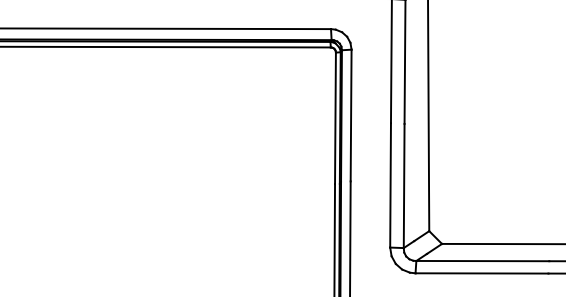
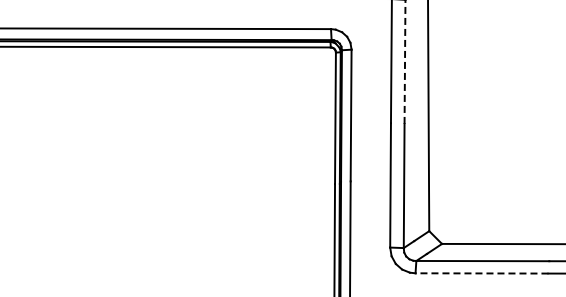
line at (405, 62): solid -> dashed
line at (481, 273): solid -> dashed
